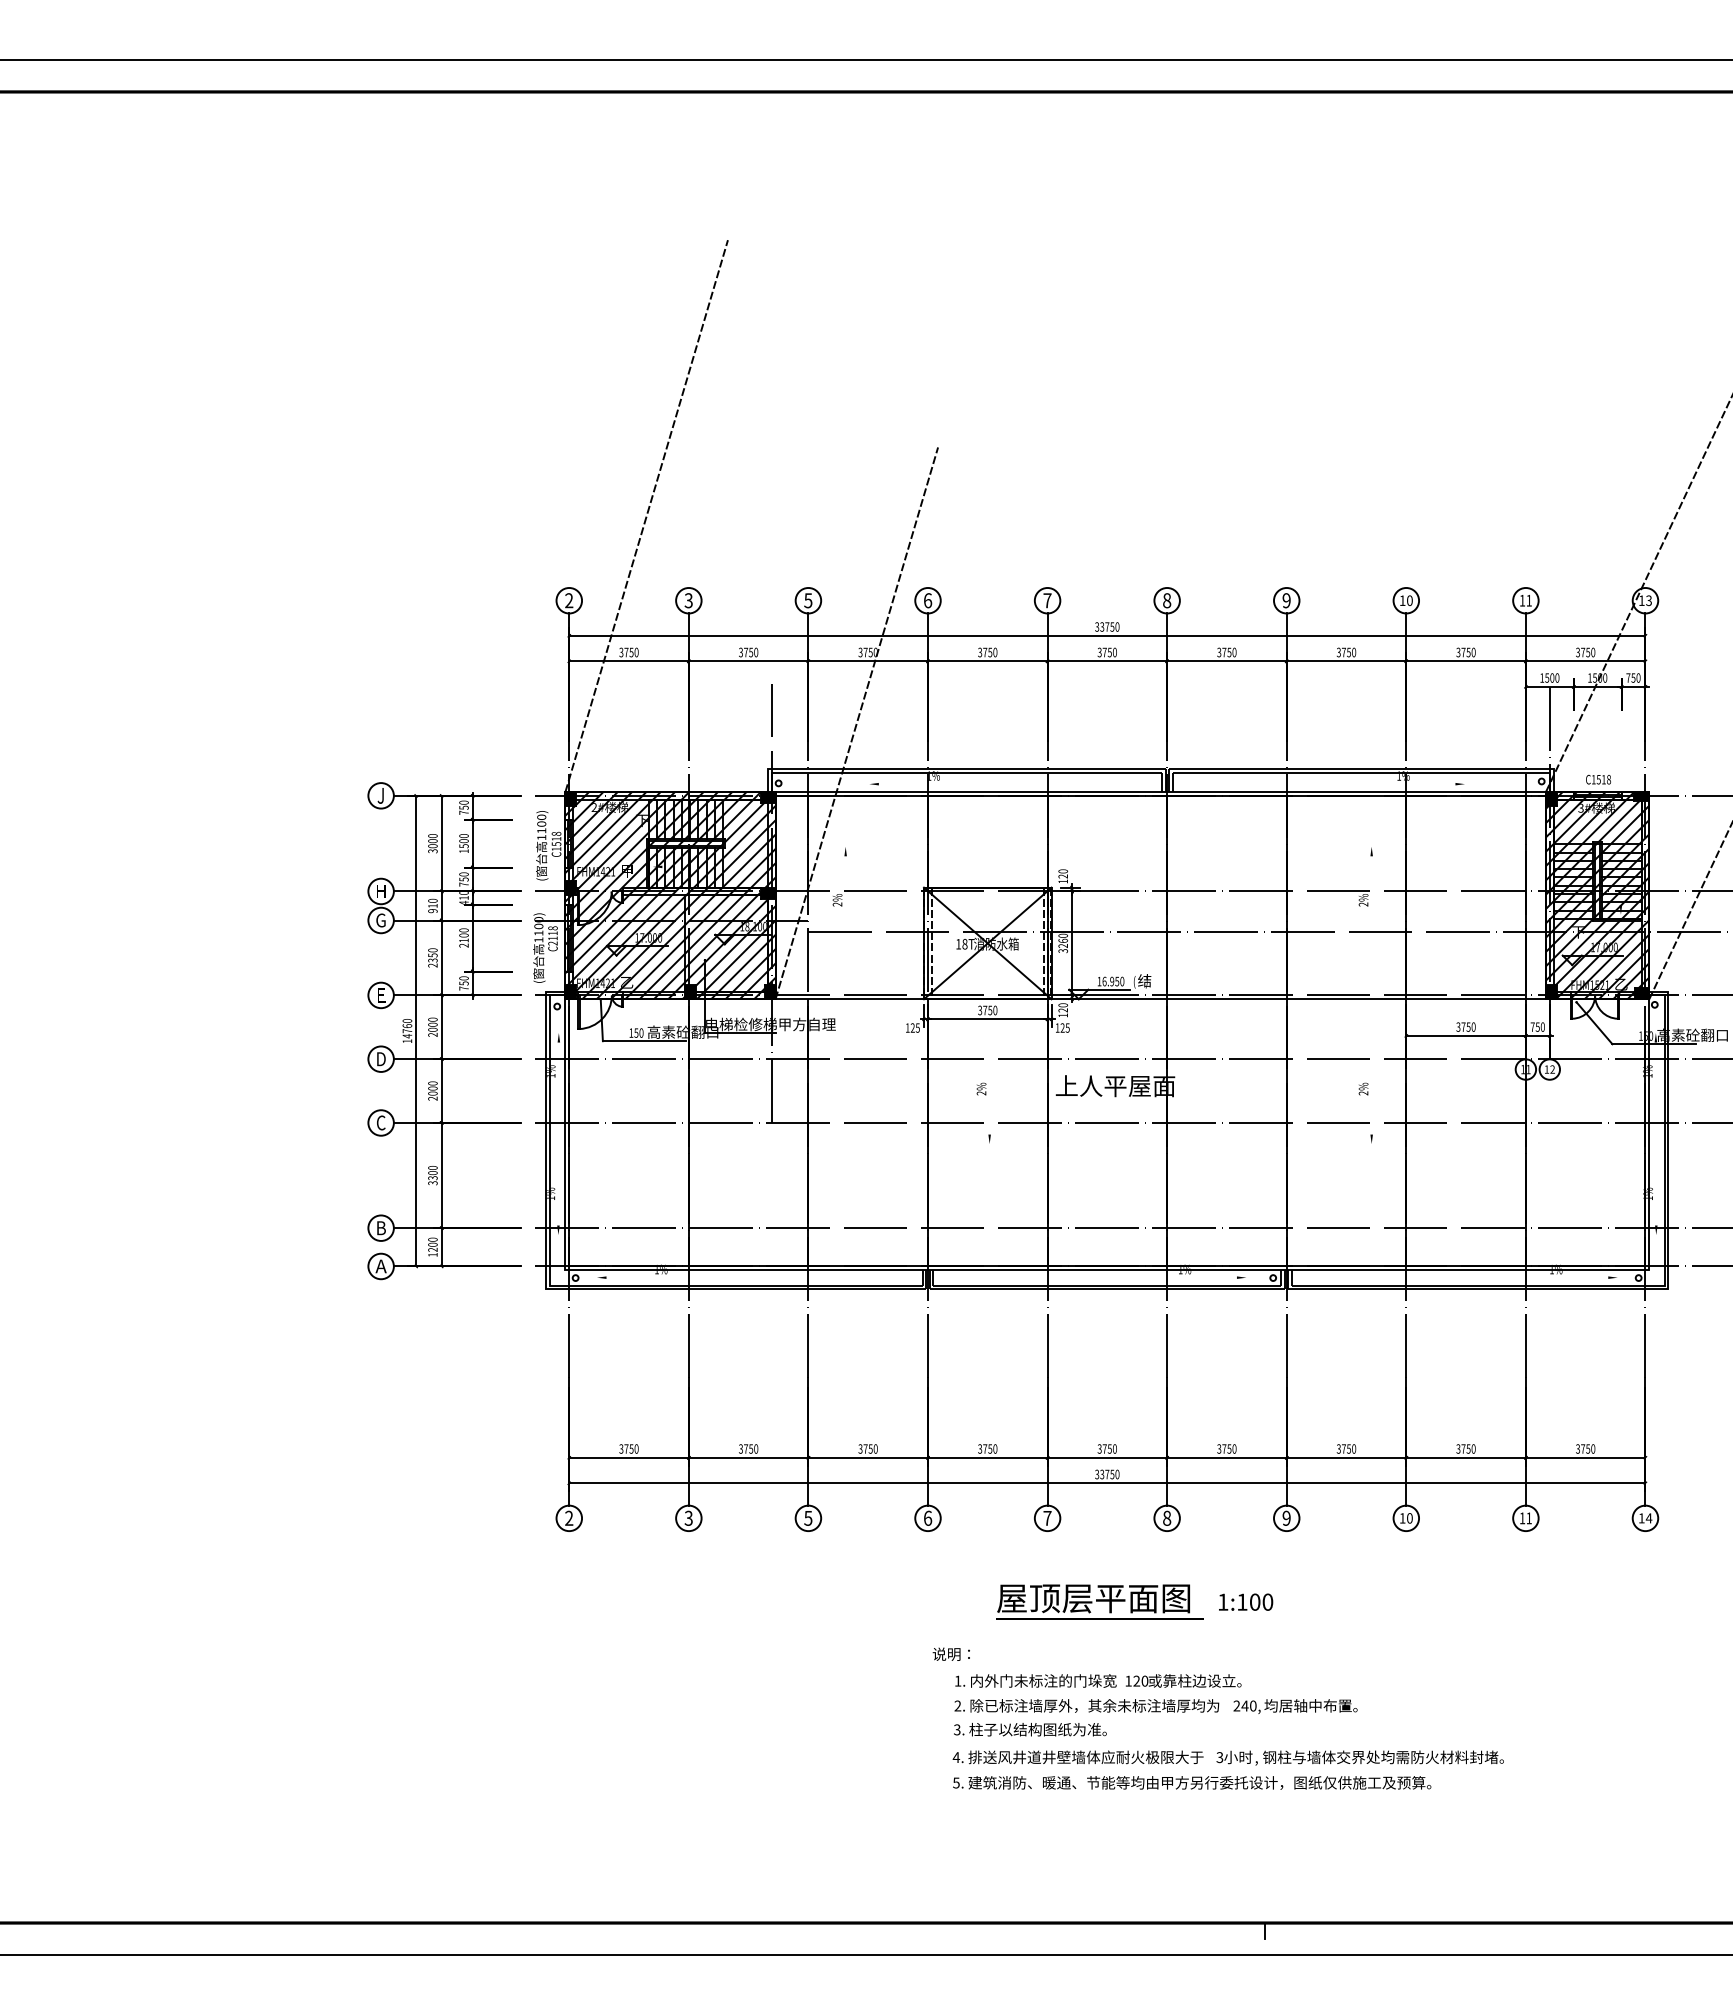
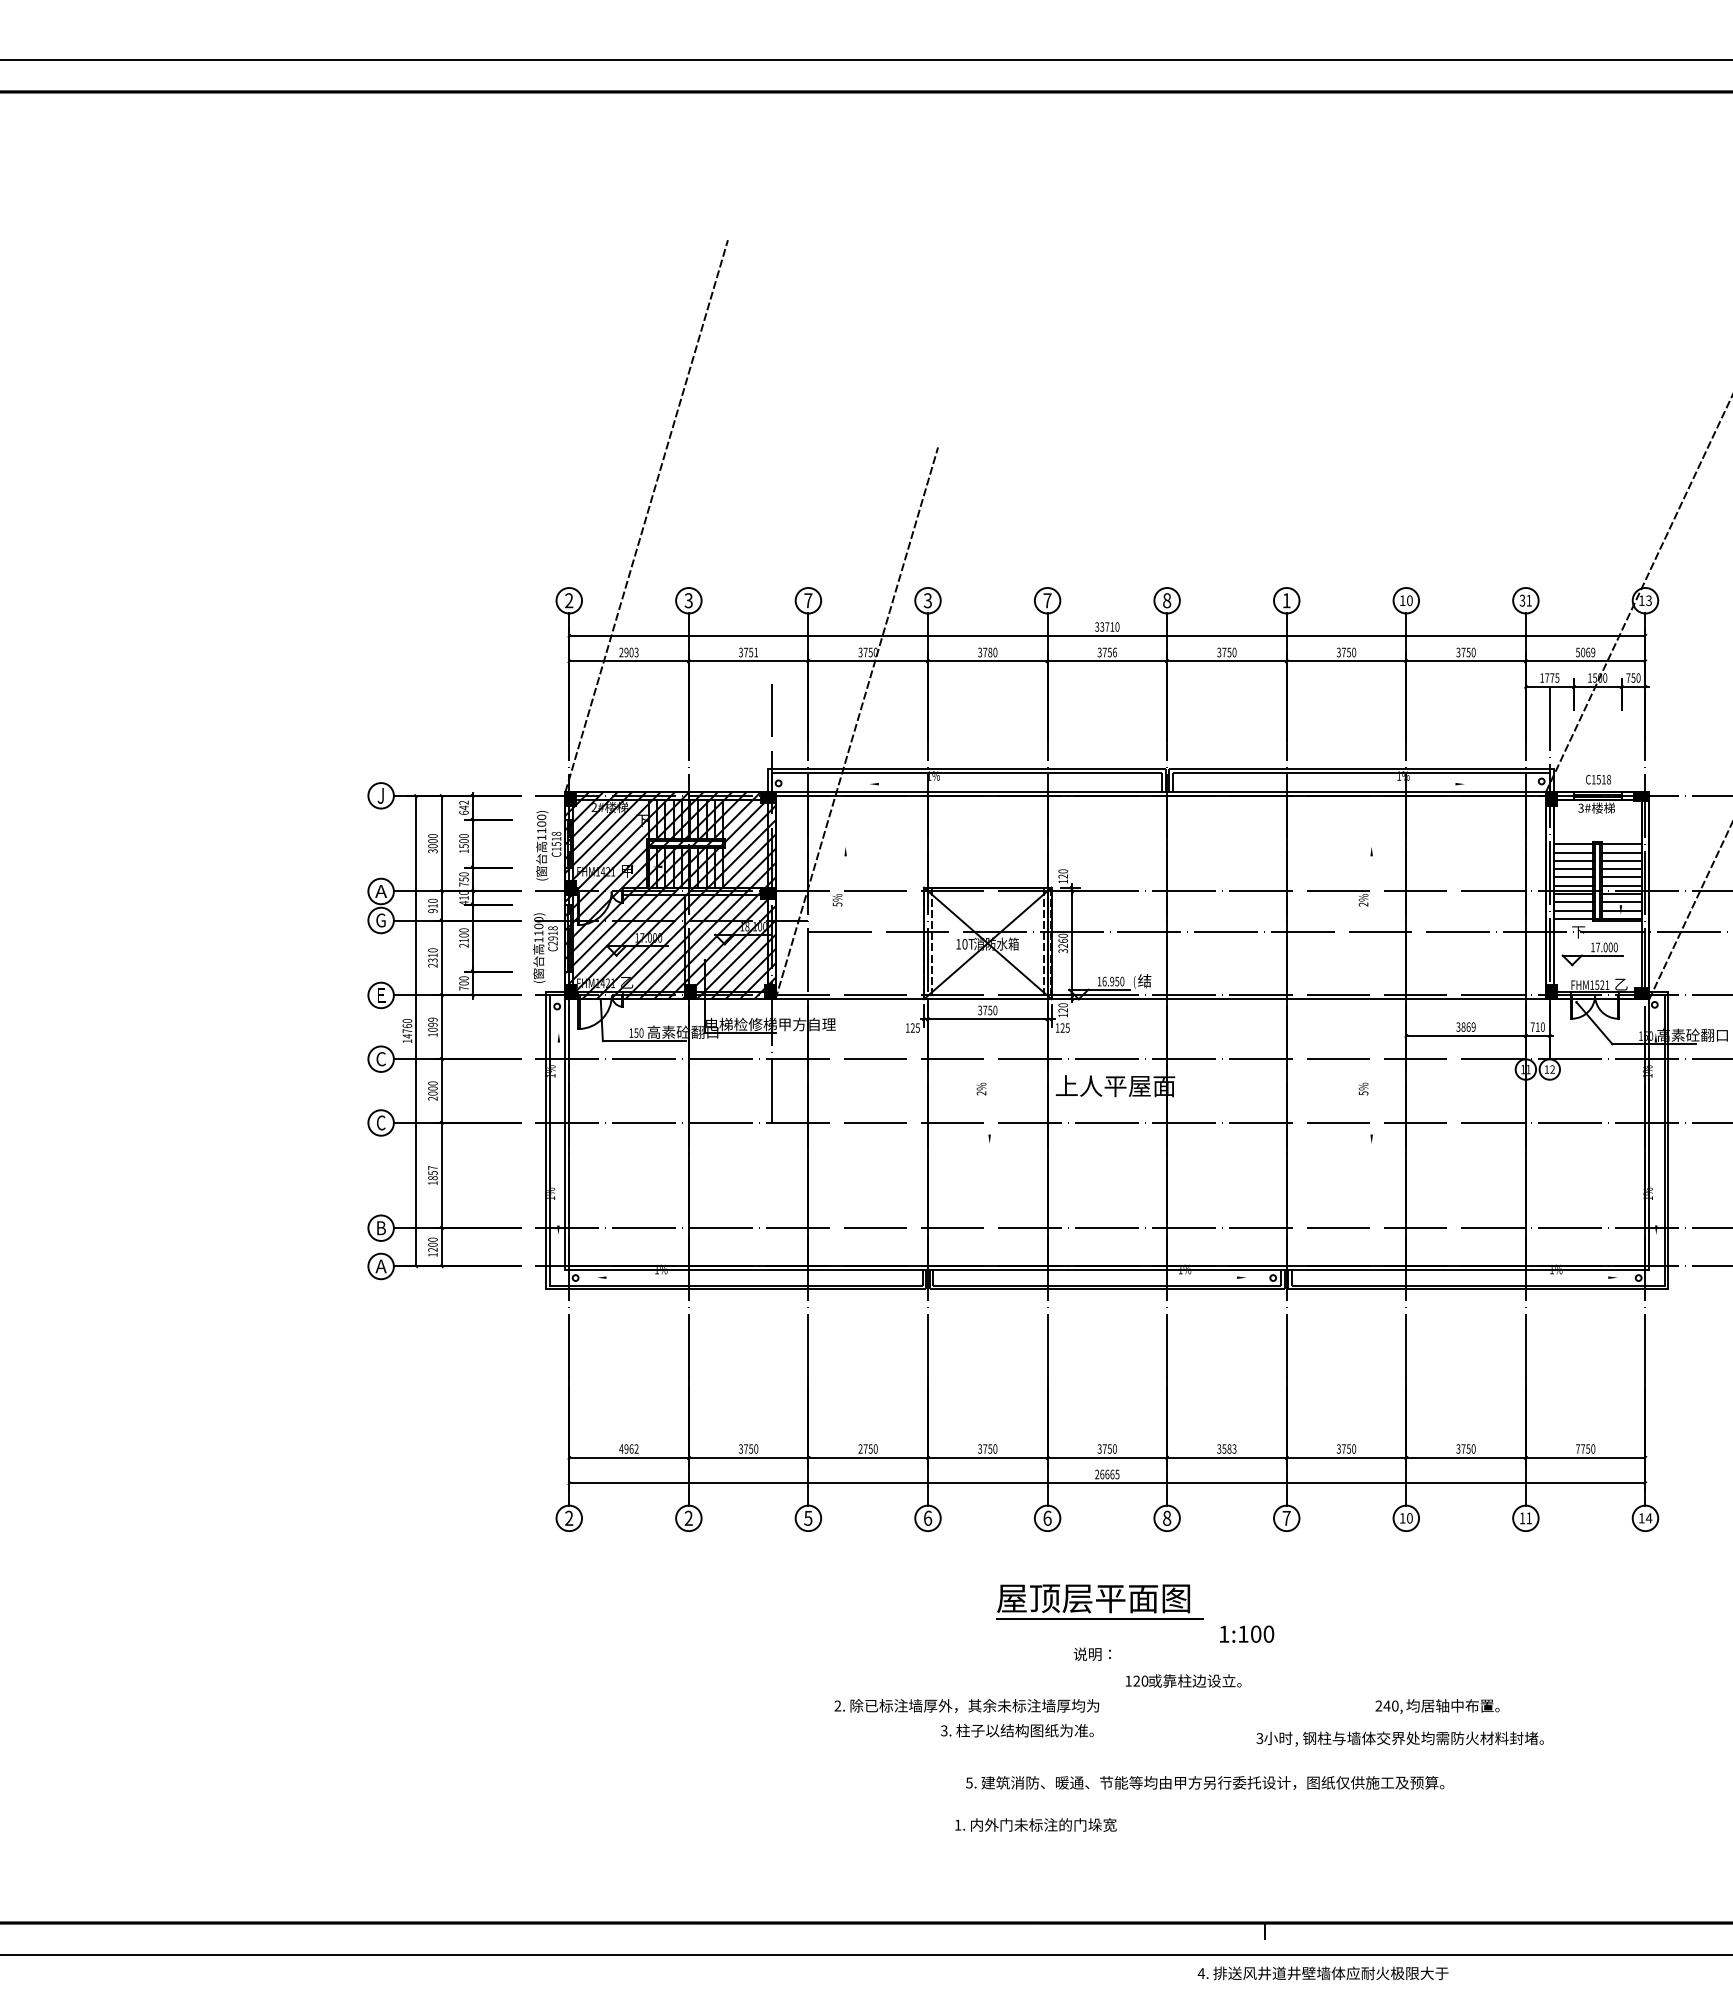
text at (808, 600): 5 -> 7
text at (927, 600): 6 -> 3
text at (1286, 600): 9 -> 1
text at (1522, 600): 11 -> 31
text at (1112, 626): 33750 -> 33710
text at (990, 651): 3750 -> 3780
text at (1115, 651): 3750 -> 3756
text at (628, 652): 3750 -> 2903
text at (756, 652): 3750 -> 3751
text at (1585, 652): 3750 -> 5069
text at (1552, 677): 1500 -> 1775
text at (463, 807): 750 -> 642
text at (380, 891): H -> A
hatch at (1597, 895): present -> none
text at (837, 904): 2%%% -> 5%%%
text at (552, 938): C2118 -> C2918
text at (964, 944): 18T -> 10T
text at (432, 955): 2350 -> 2310
text at (463, 983): 750 -> 700
text at (432, 1026): 2000 -> 1099
text at (1468, 1026): 3750 -> 3869
text at (1537, 1026): 750 -> 710
text at (380, 1059): D -> C
text at (1363, 1093): 2%%% -> 5%%%
text at (432, 1175): 3300 -> 1857
text at (628, 1448): 3750 -> 4962
text at (1229, 1448): 3750 -> 3583
text at (1578, 1448): 3750 -> 7750
text at (860, 1449): 3750 -> 2750
text at (1107, 1474): 33750 -> 26665
text at (1047, 1517): 7 -> 6
text at (1286, 1517): 9 -> 7
text at (688, 1518): 3 -> 2
text at (1246, 1601) position: (1246, 1601) -> (1247, 1633)
text at (950, 1653) position: (950, 1653) -> (1091, 1653)
text at (1035, 1680) position: (1035, 1680) -> (1035, 1824)
text at (1086, 1705) position: (1086, 1705) -> (966, 1705)
text at (1295, 1706) position: (1295, 1706) -> (1437, 1706)
text at (1030, 1729) position: (1030, 1729) -> (1017, 1730)
text at (1077, 1757) position: (1077, 1757) -> (1322, 1973)
text at (1359, 1757) position: (1359, 1757) -> (1399, 1738)
text at (1192, 1782) position: (1192, 1782) -> (1205, 1782)
